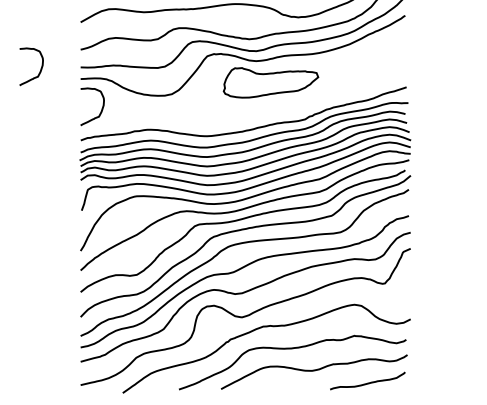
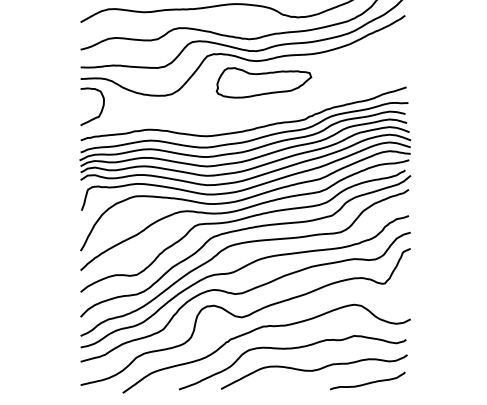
curve at (40, 68): present -> none
part at (270, 82) position: (270, 82) -> (263, 82)
